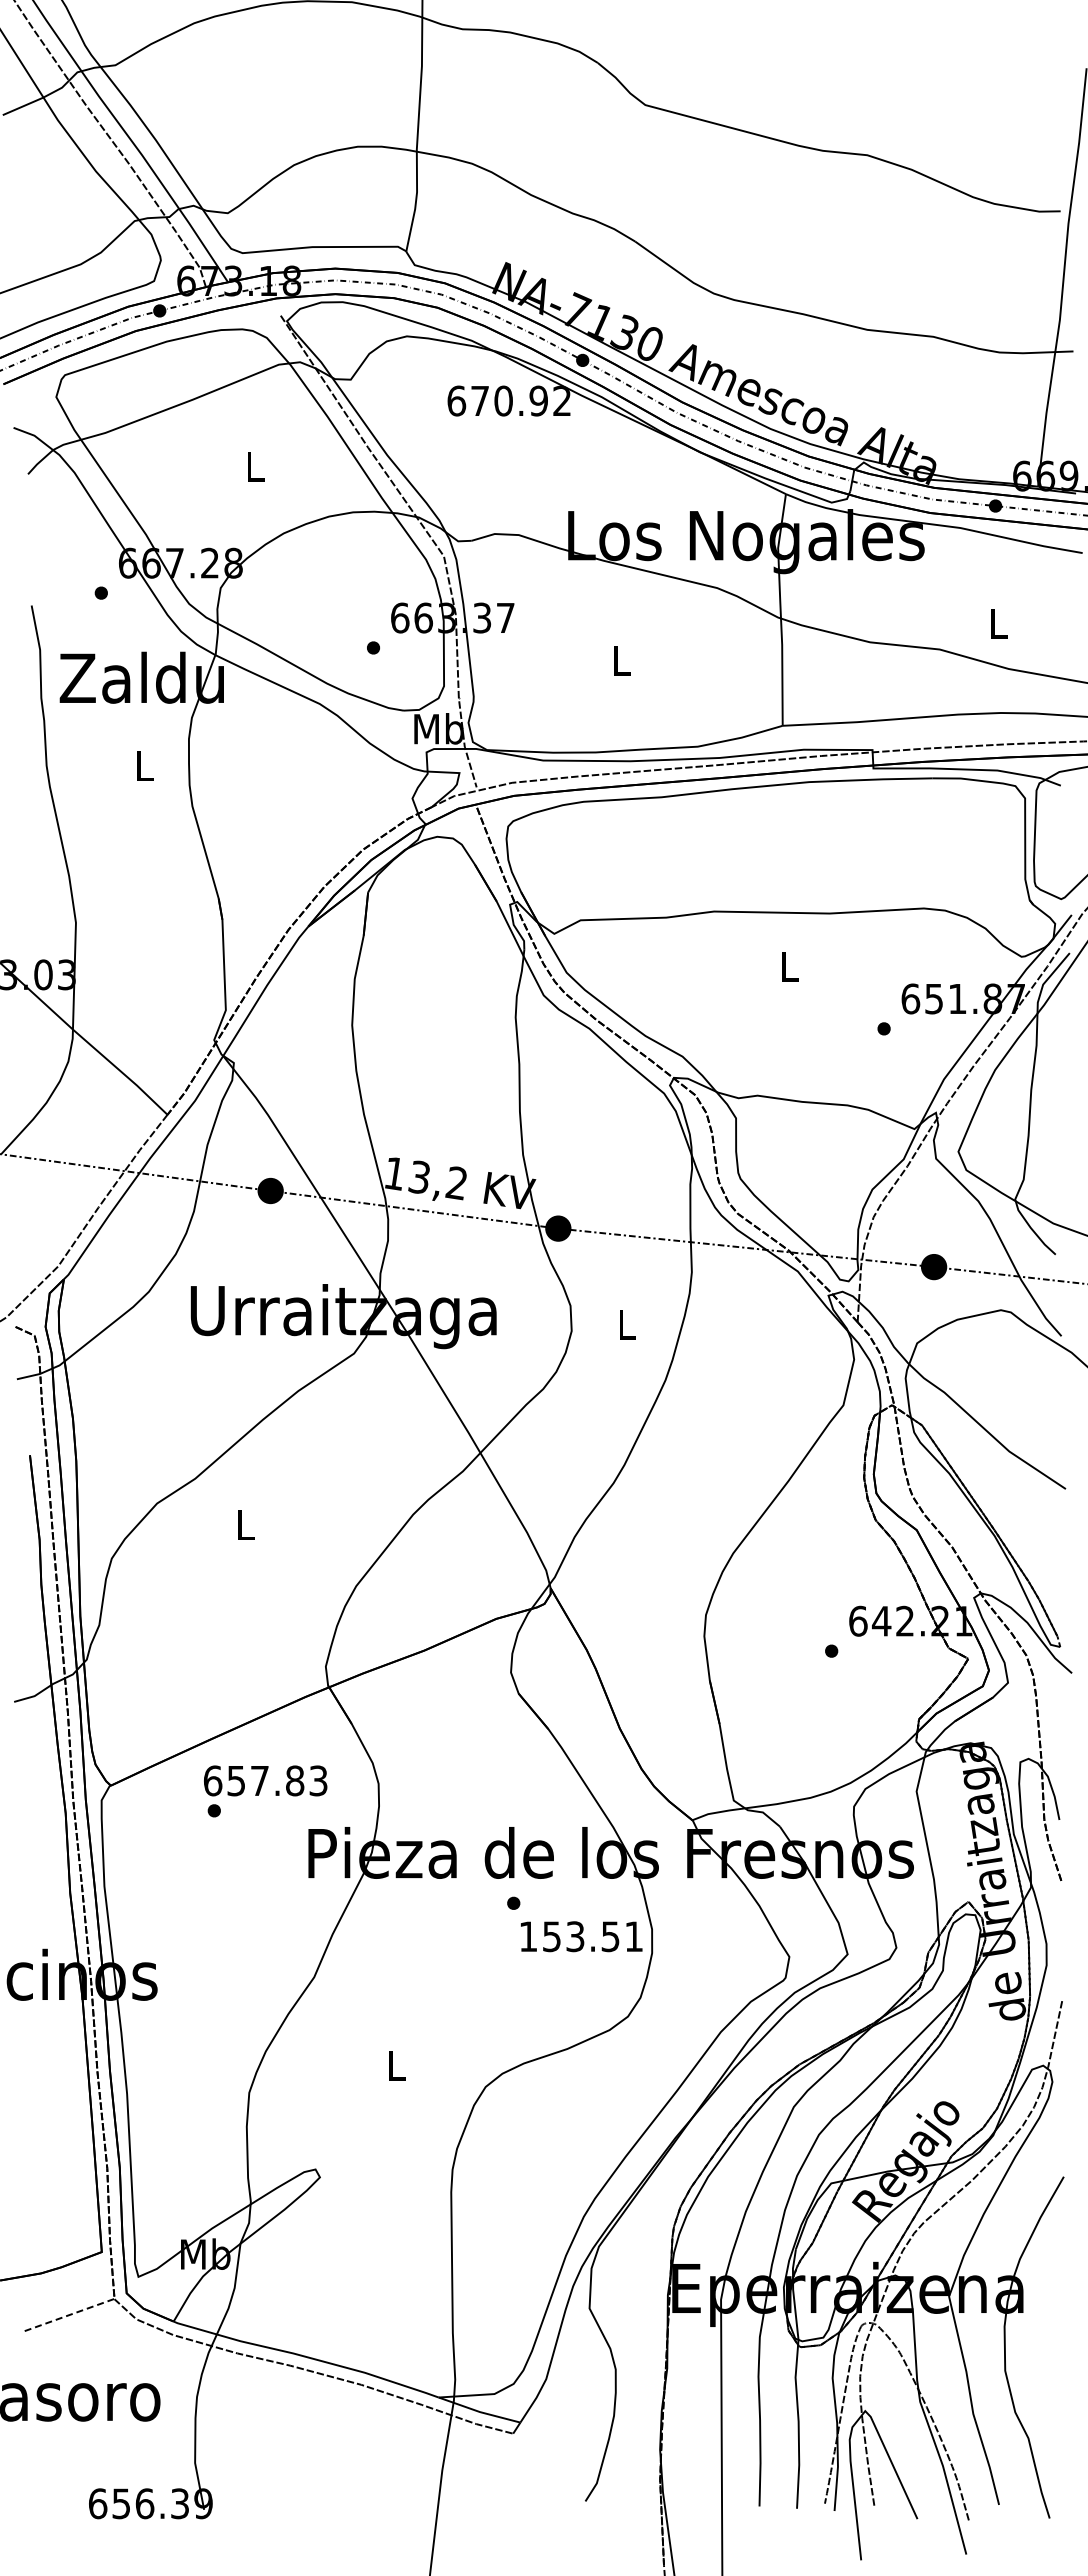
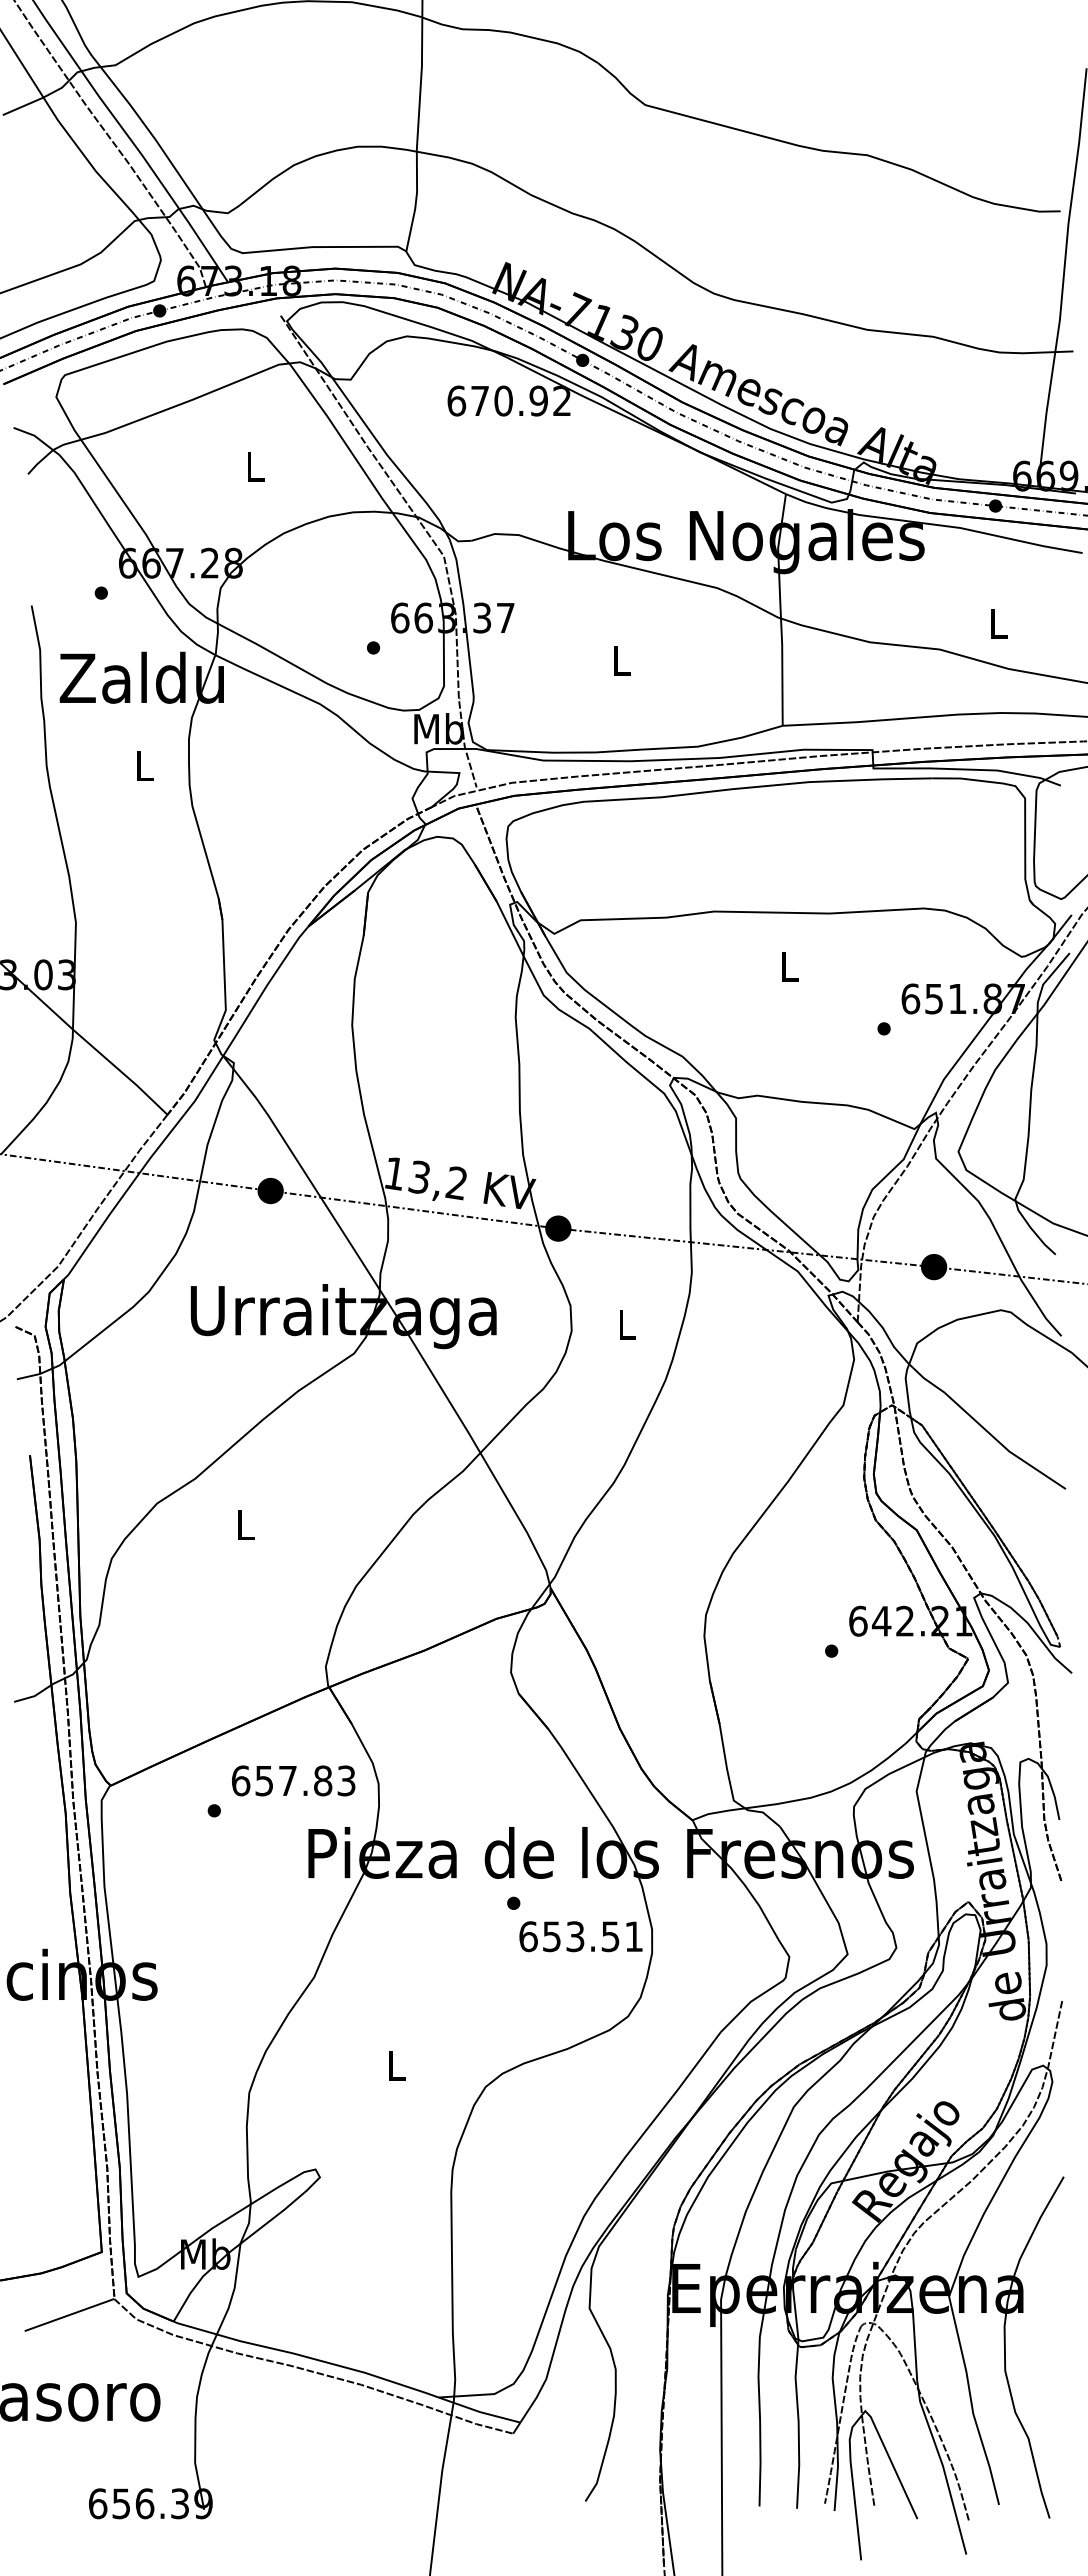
text at (265, 1780) position: (265, 1780) -> (293, 1780)
text at (528, 1936): 153.51 -> 653.51
line at (69, 2315): dashed -> solid
